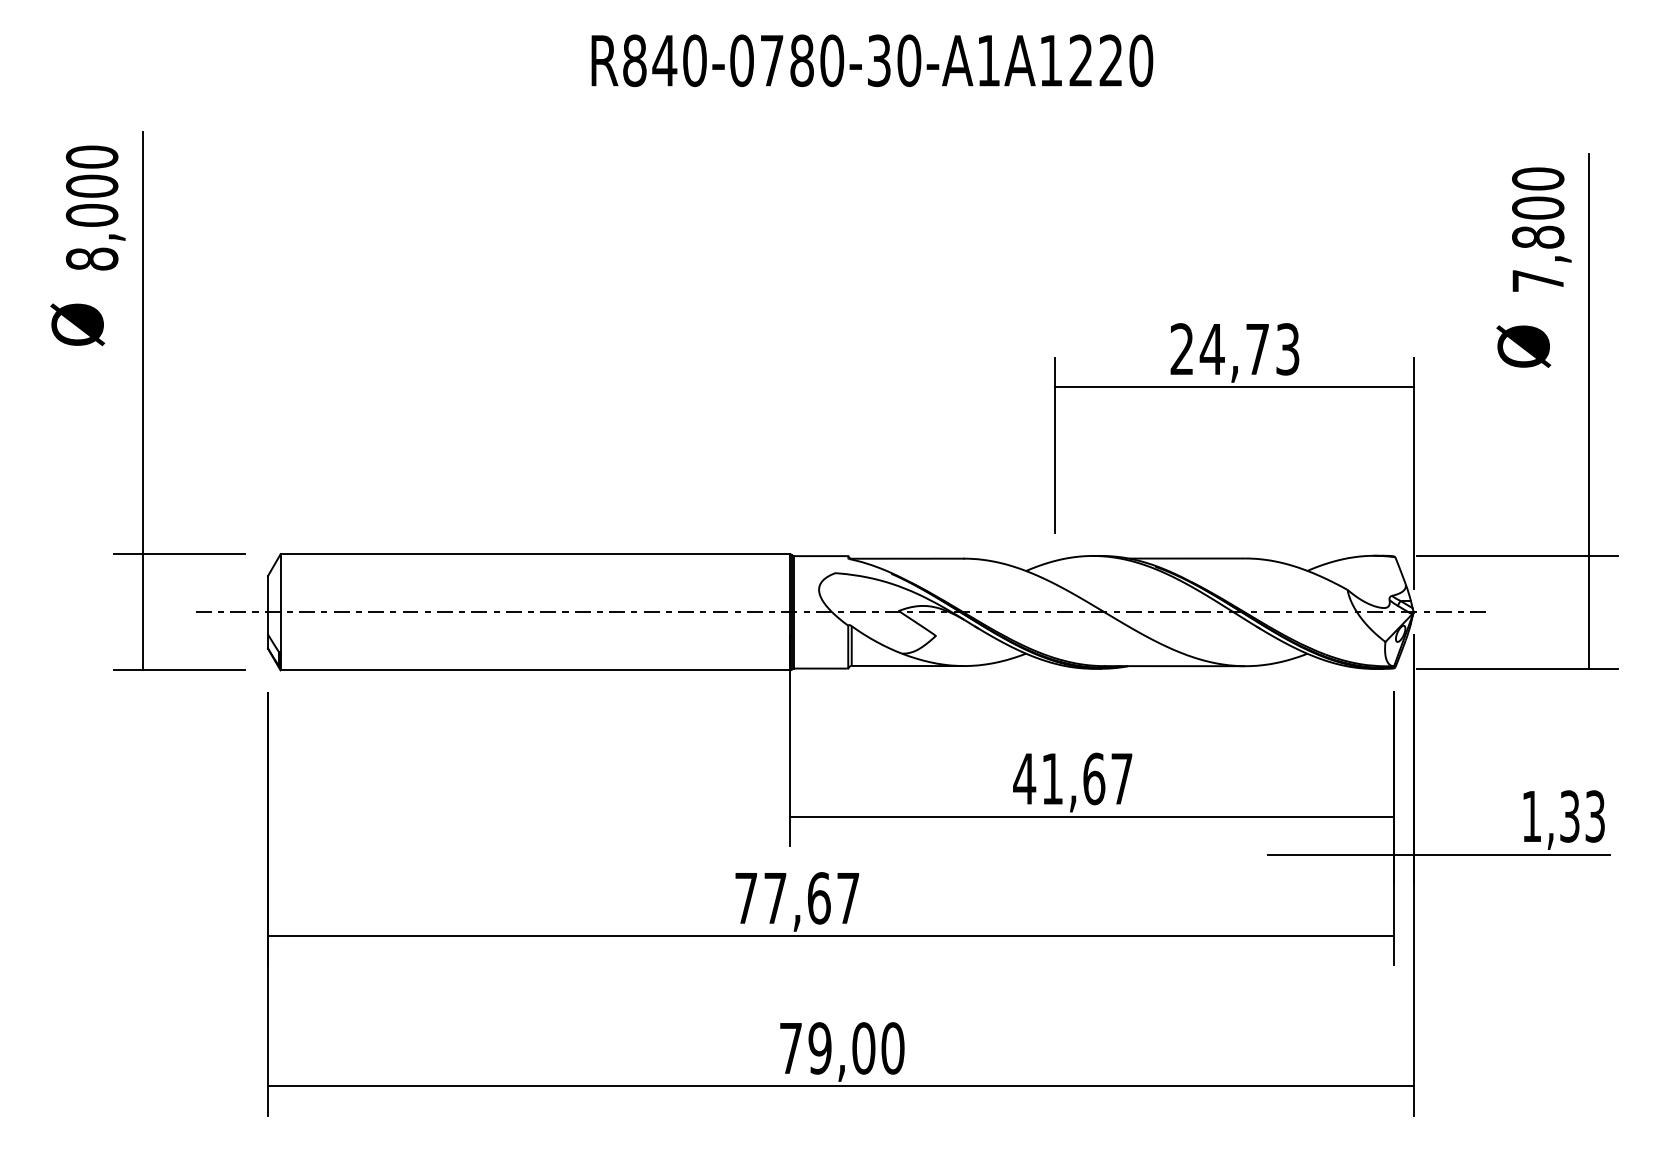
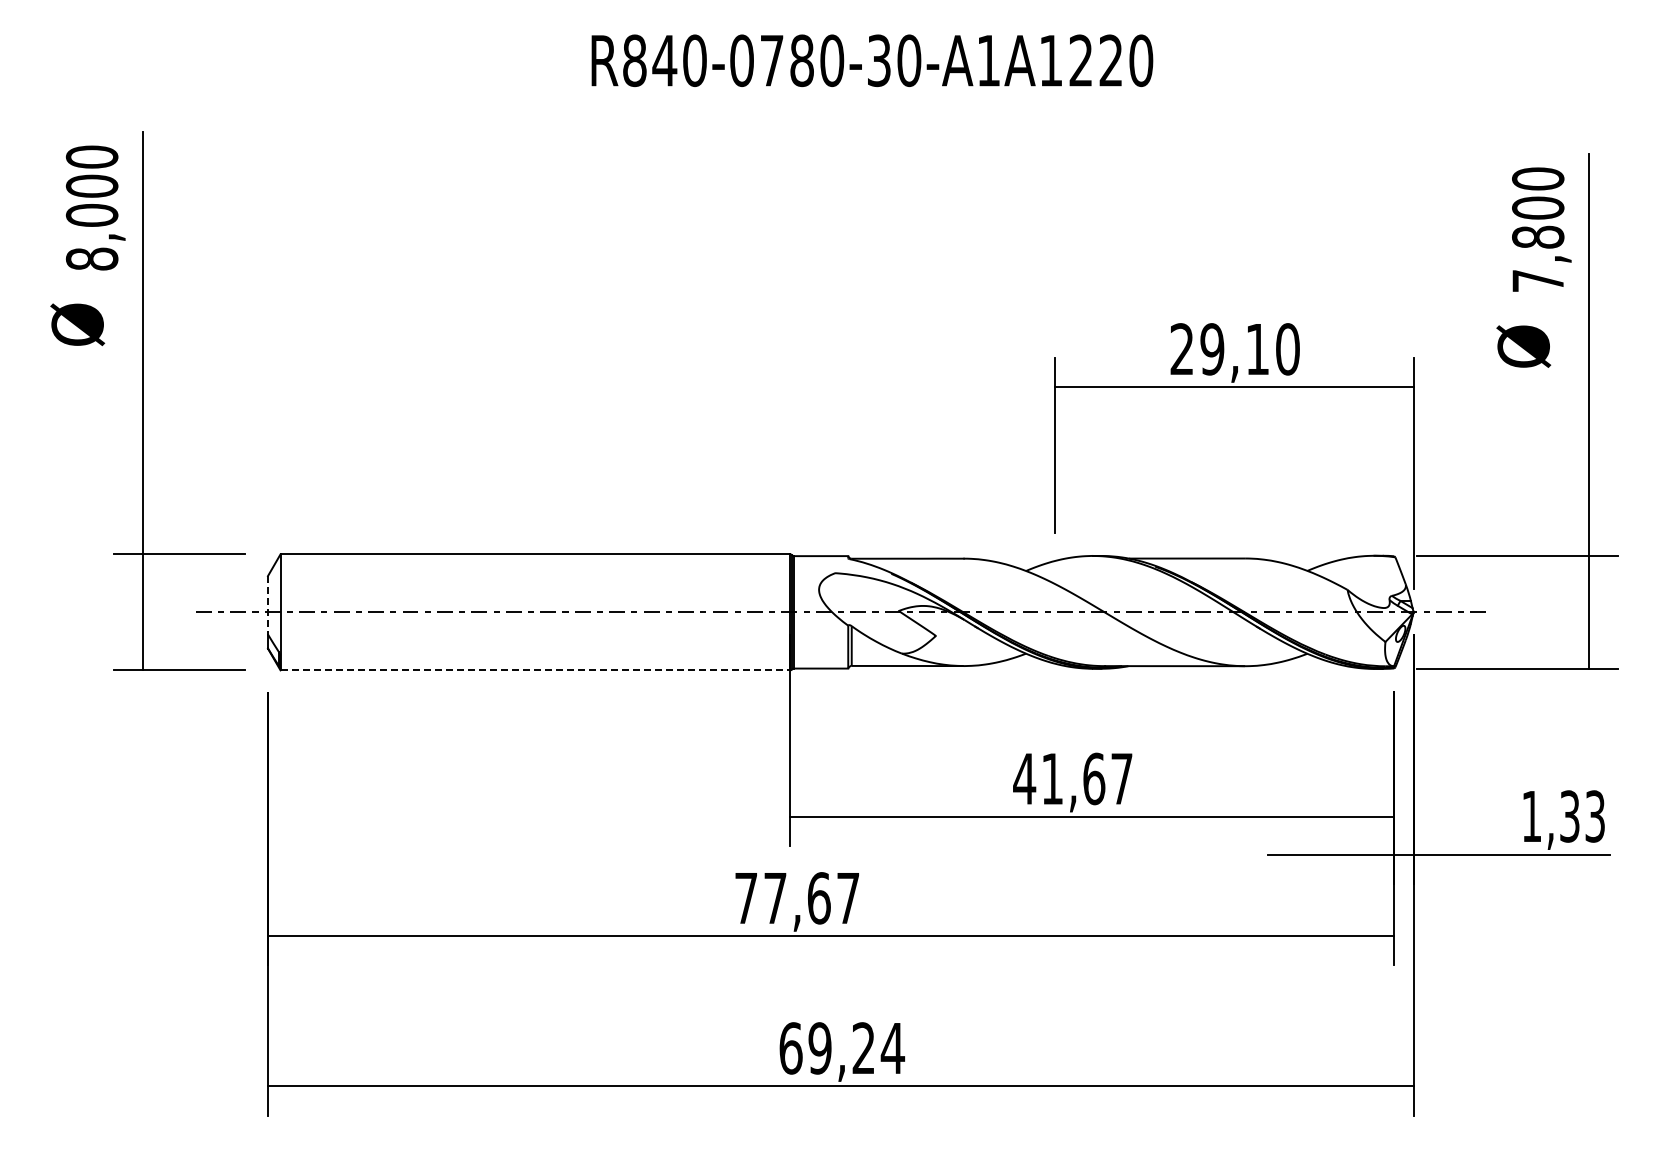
text at (1249, 349): 24,73 -> 29,10
line at (267, 605): solid -> dashed
line at (535, 670): solid -> dashed
text at (842, 1048): 79,00 -> 69,24
